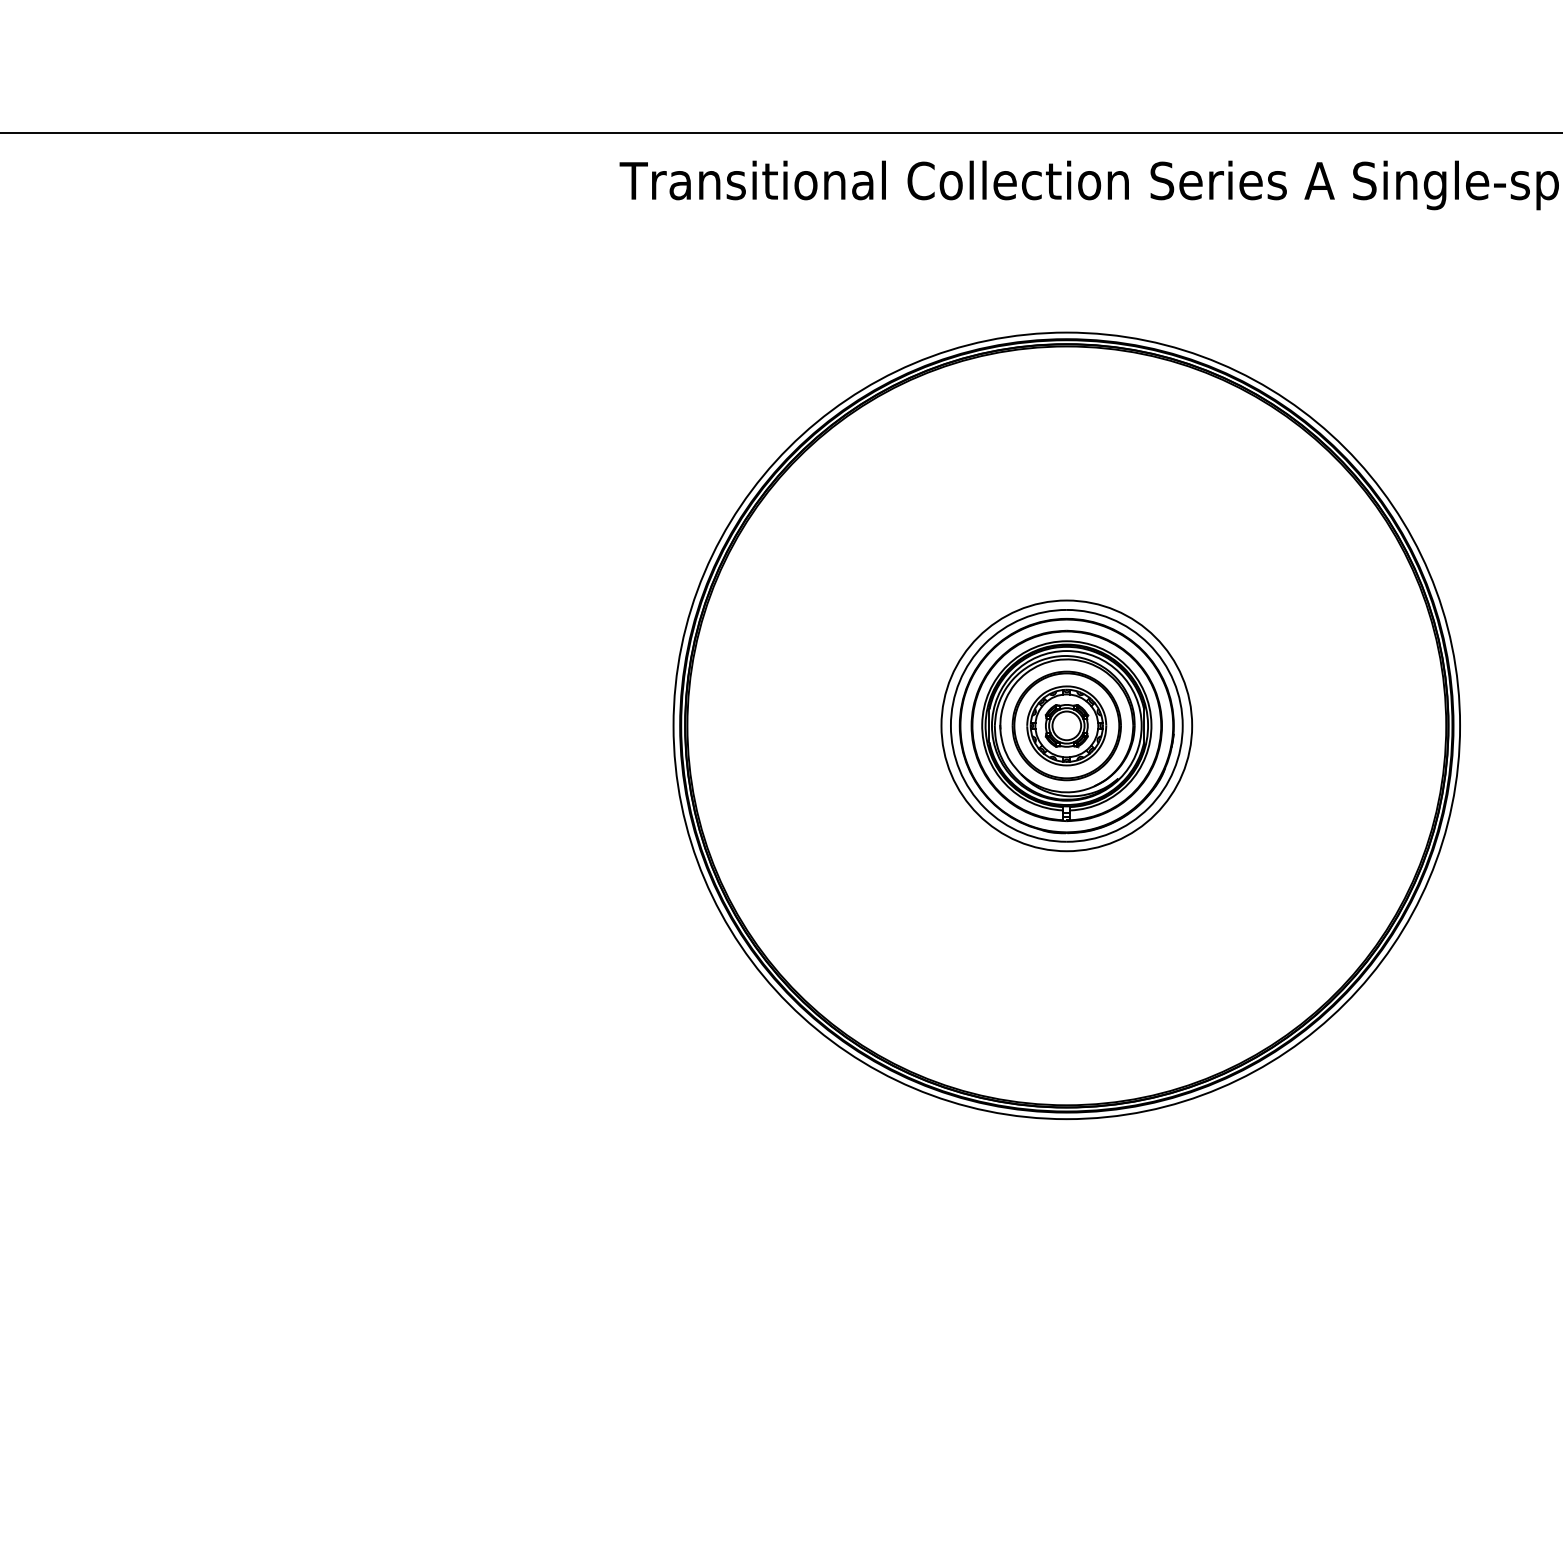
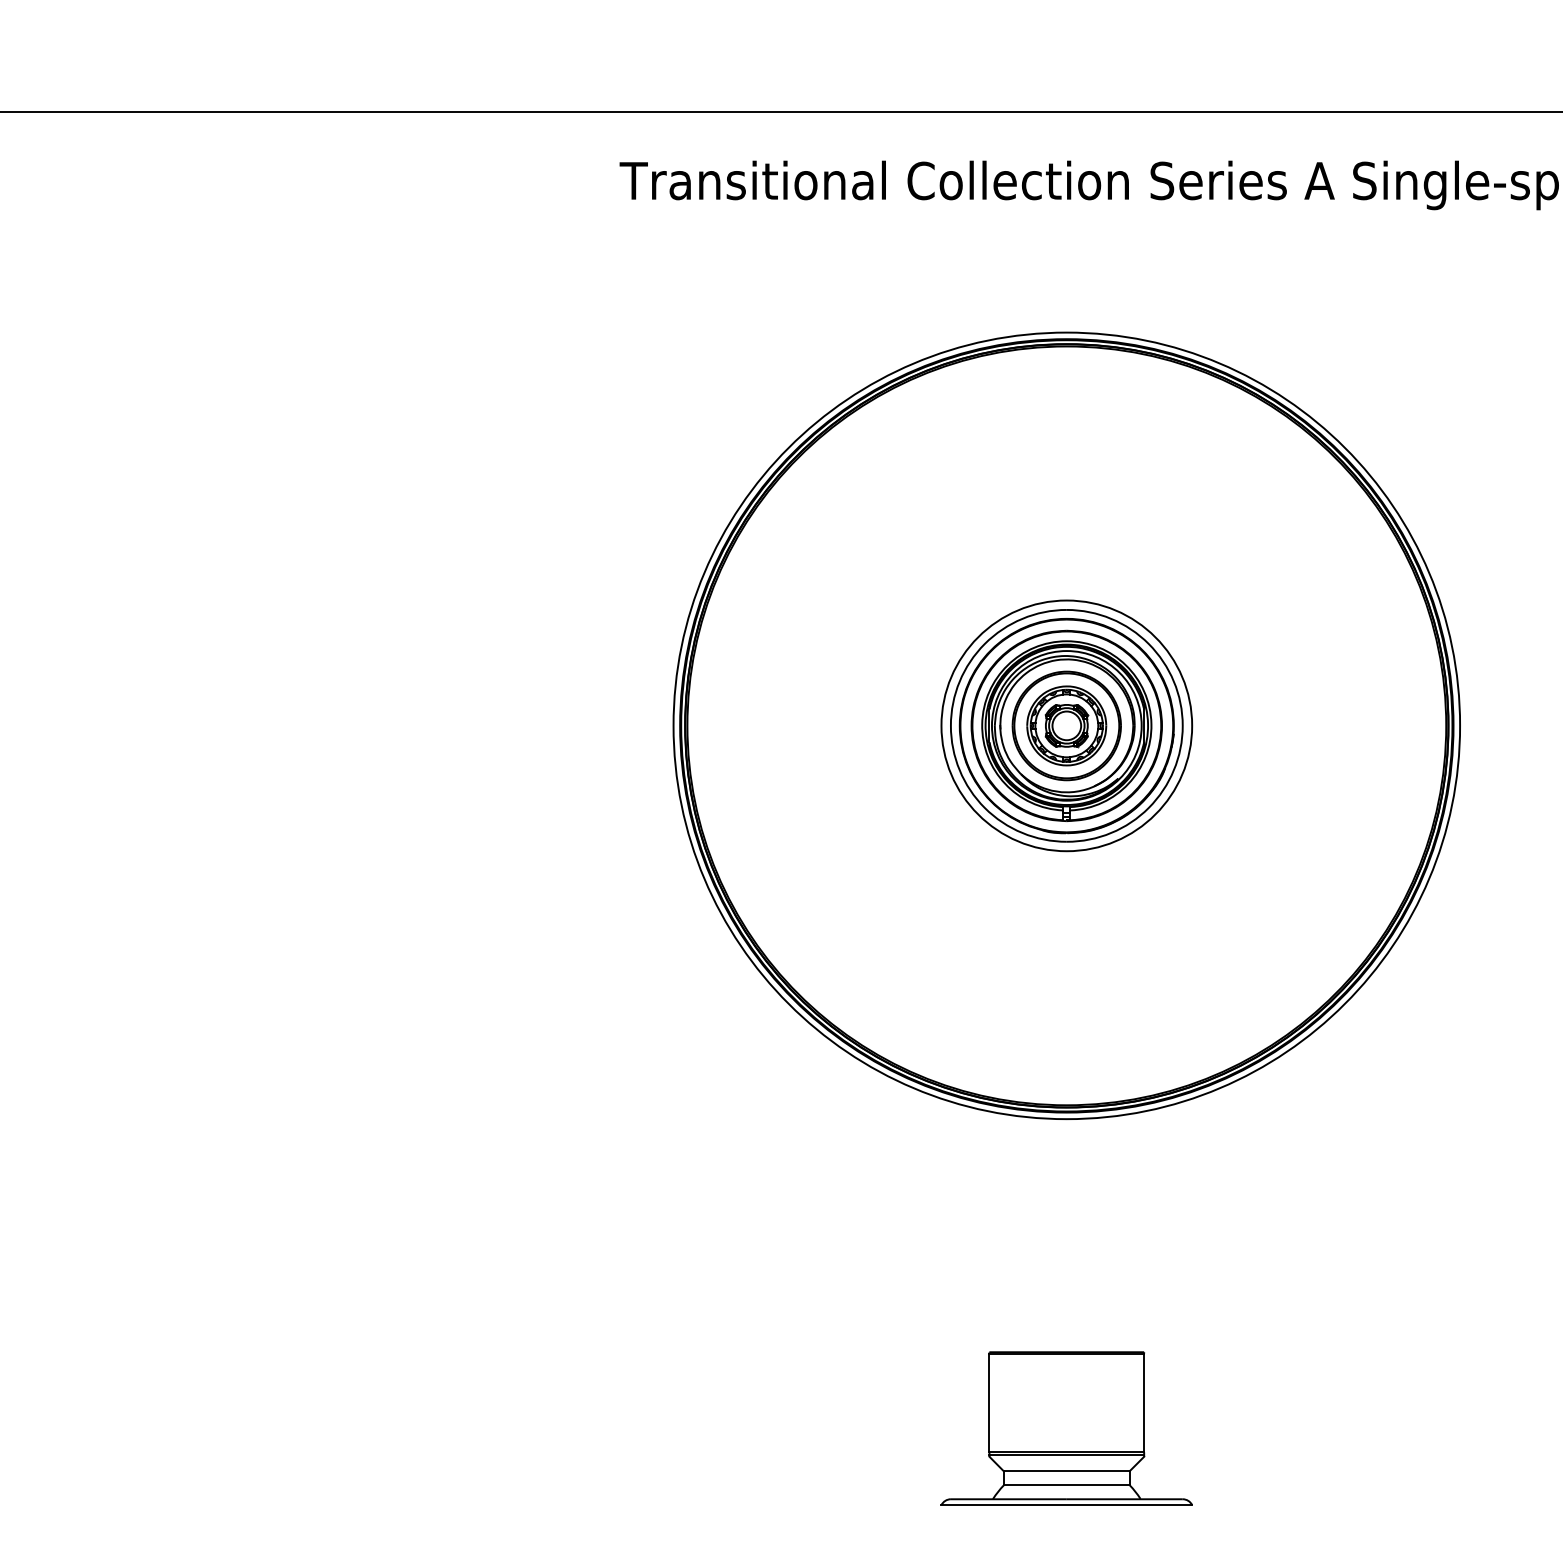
line at (780, 132) position: (780, 132) -> (780, 111)
part at (1066, 1428): none -> present
